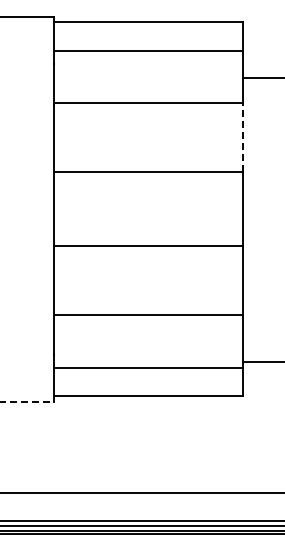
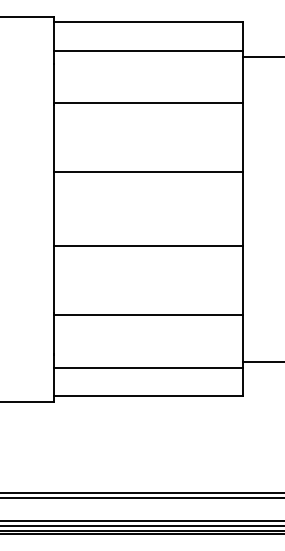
line at (262, 77) position: (262, 77) -> (262, 56)
line at (243, 137): dashed -> solid
line at (27, 402): dashed -> solid
line at (141, 497): none -> present
